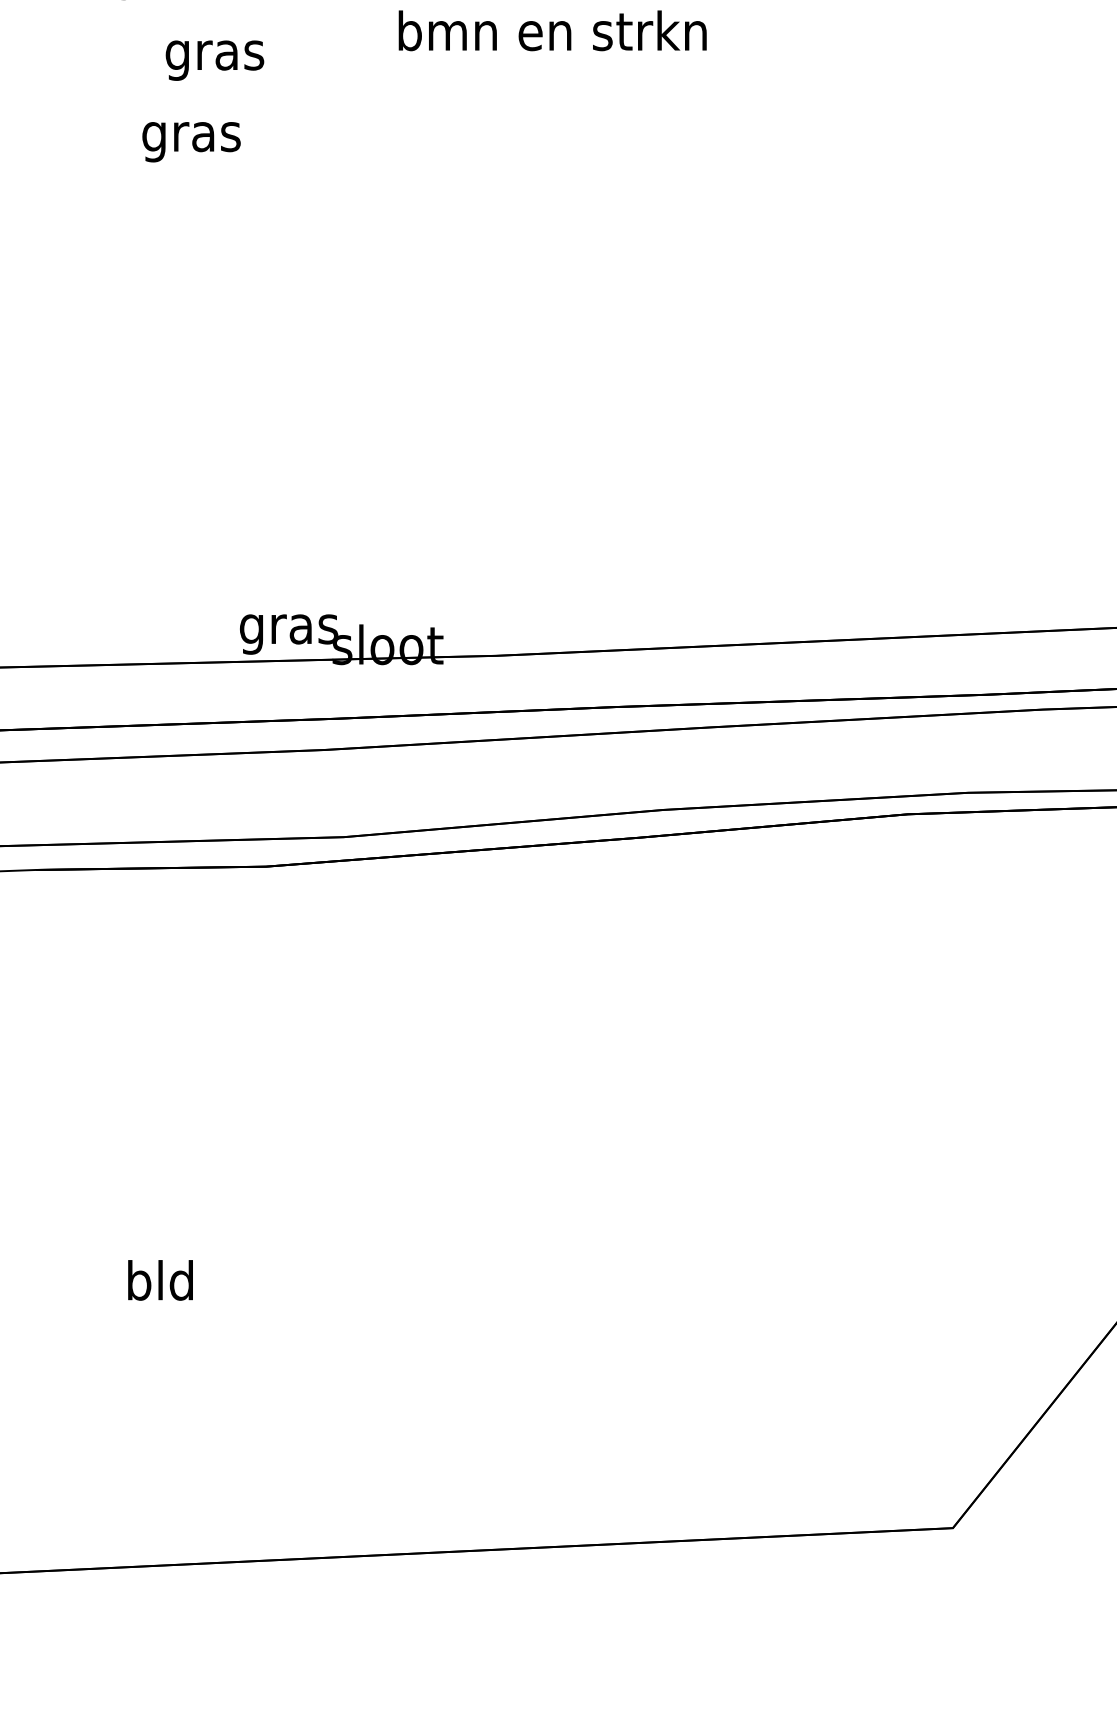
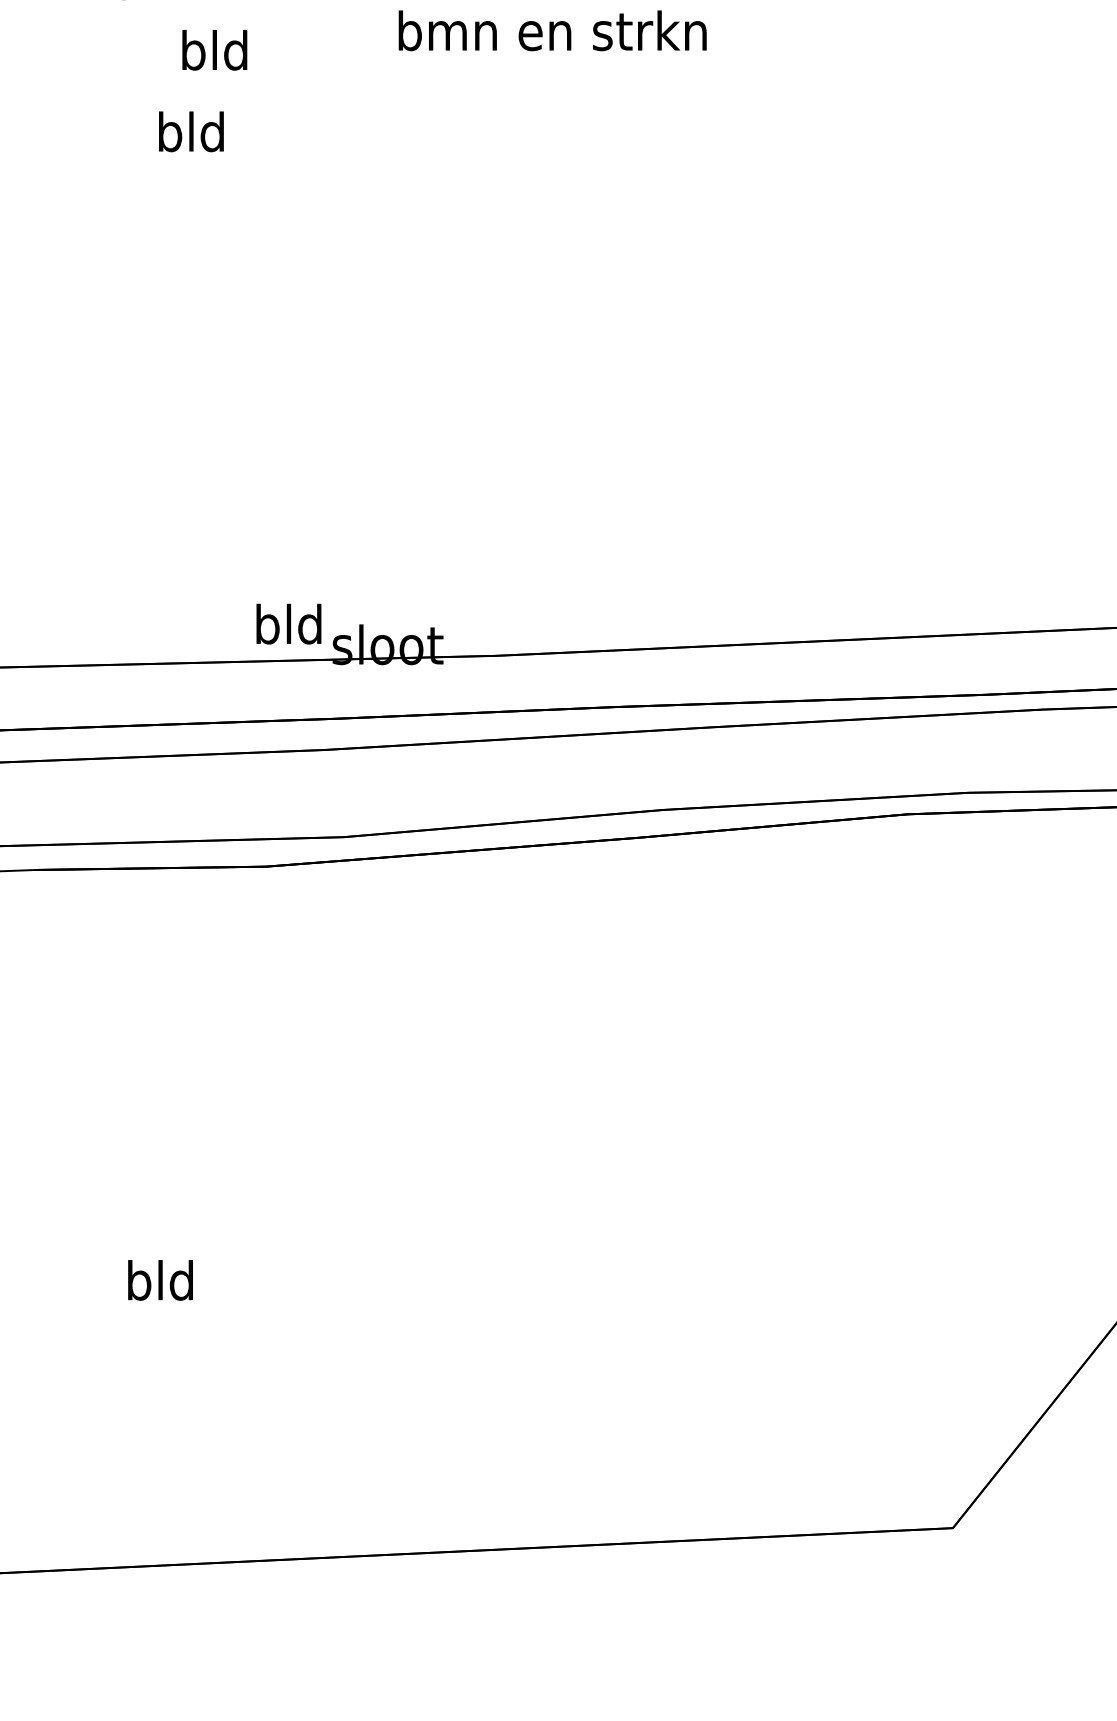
text at (214, 55): gras -> bld
text at (191, 136): gras -> bld
text at (288, 628): gras -> bld
